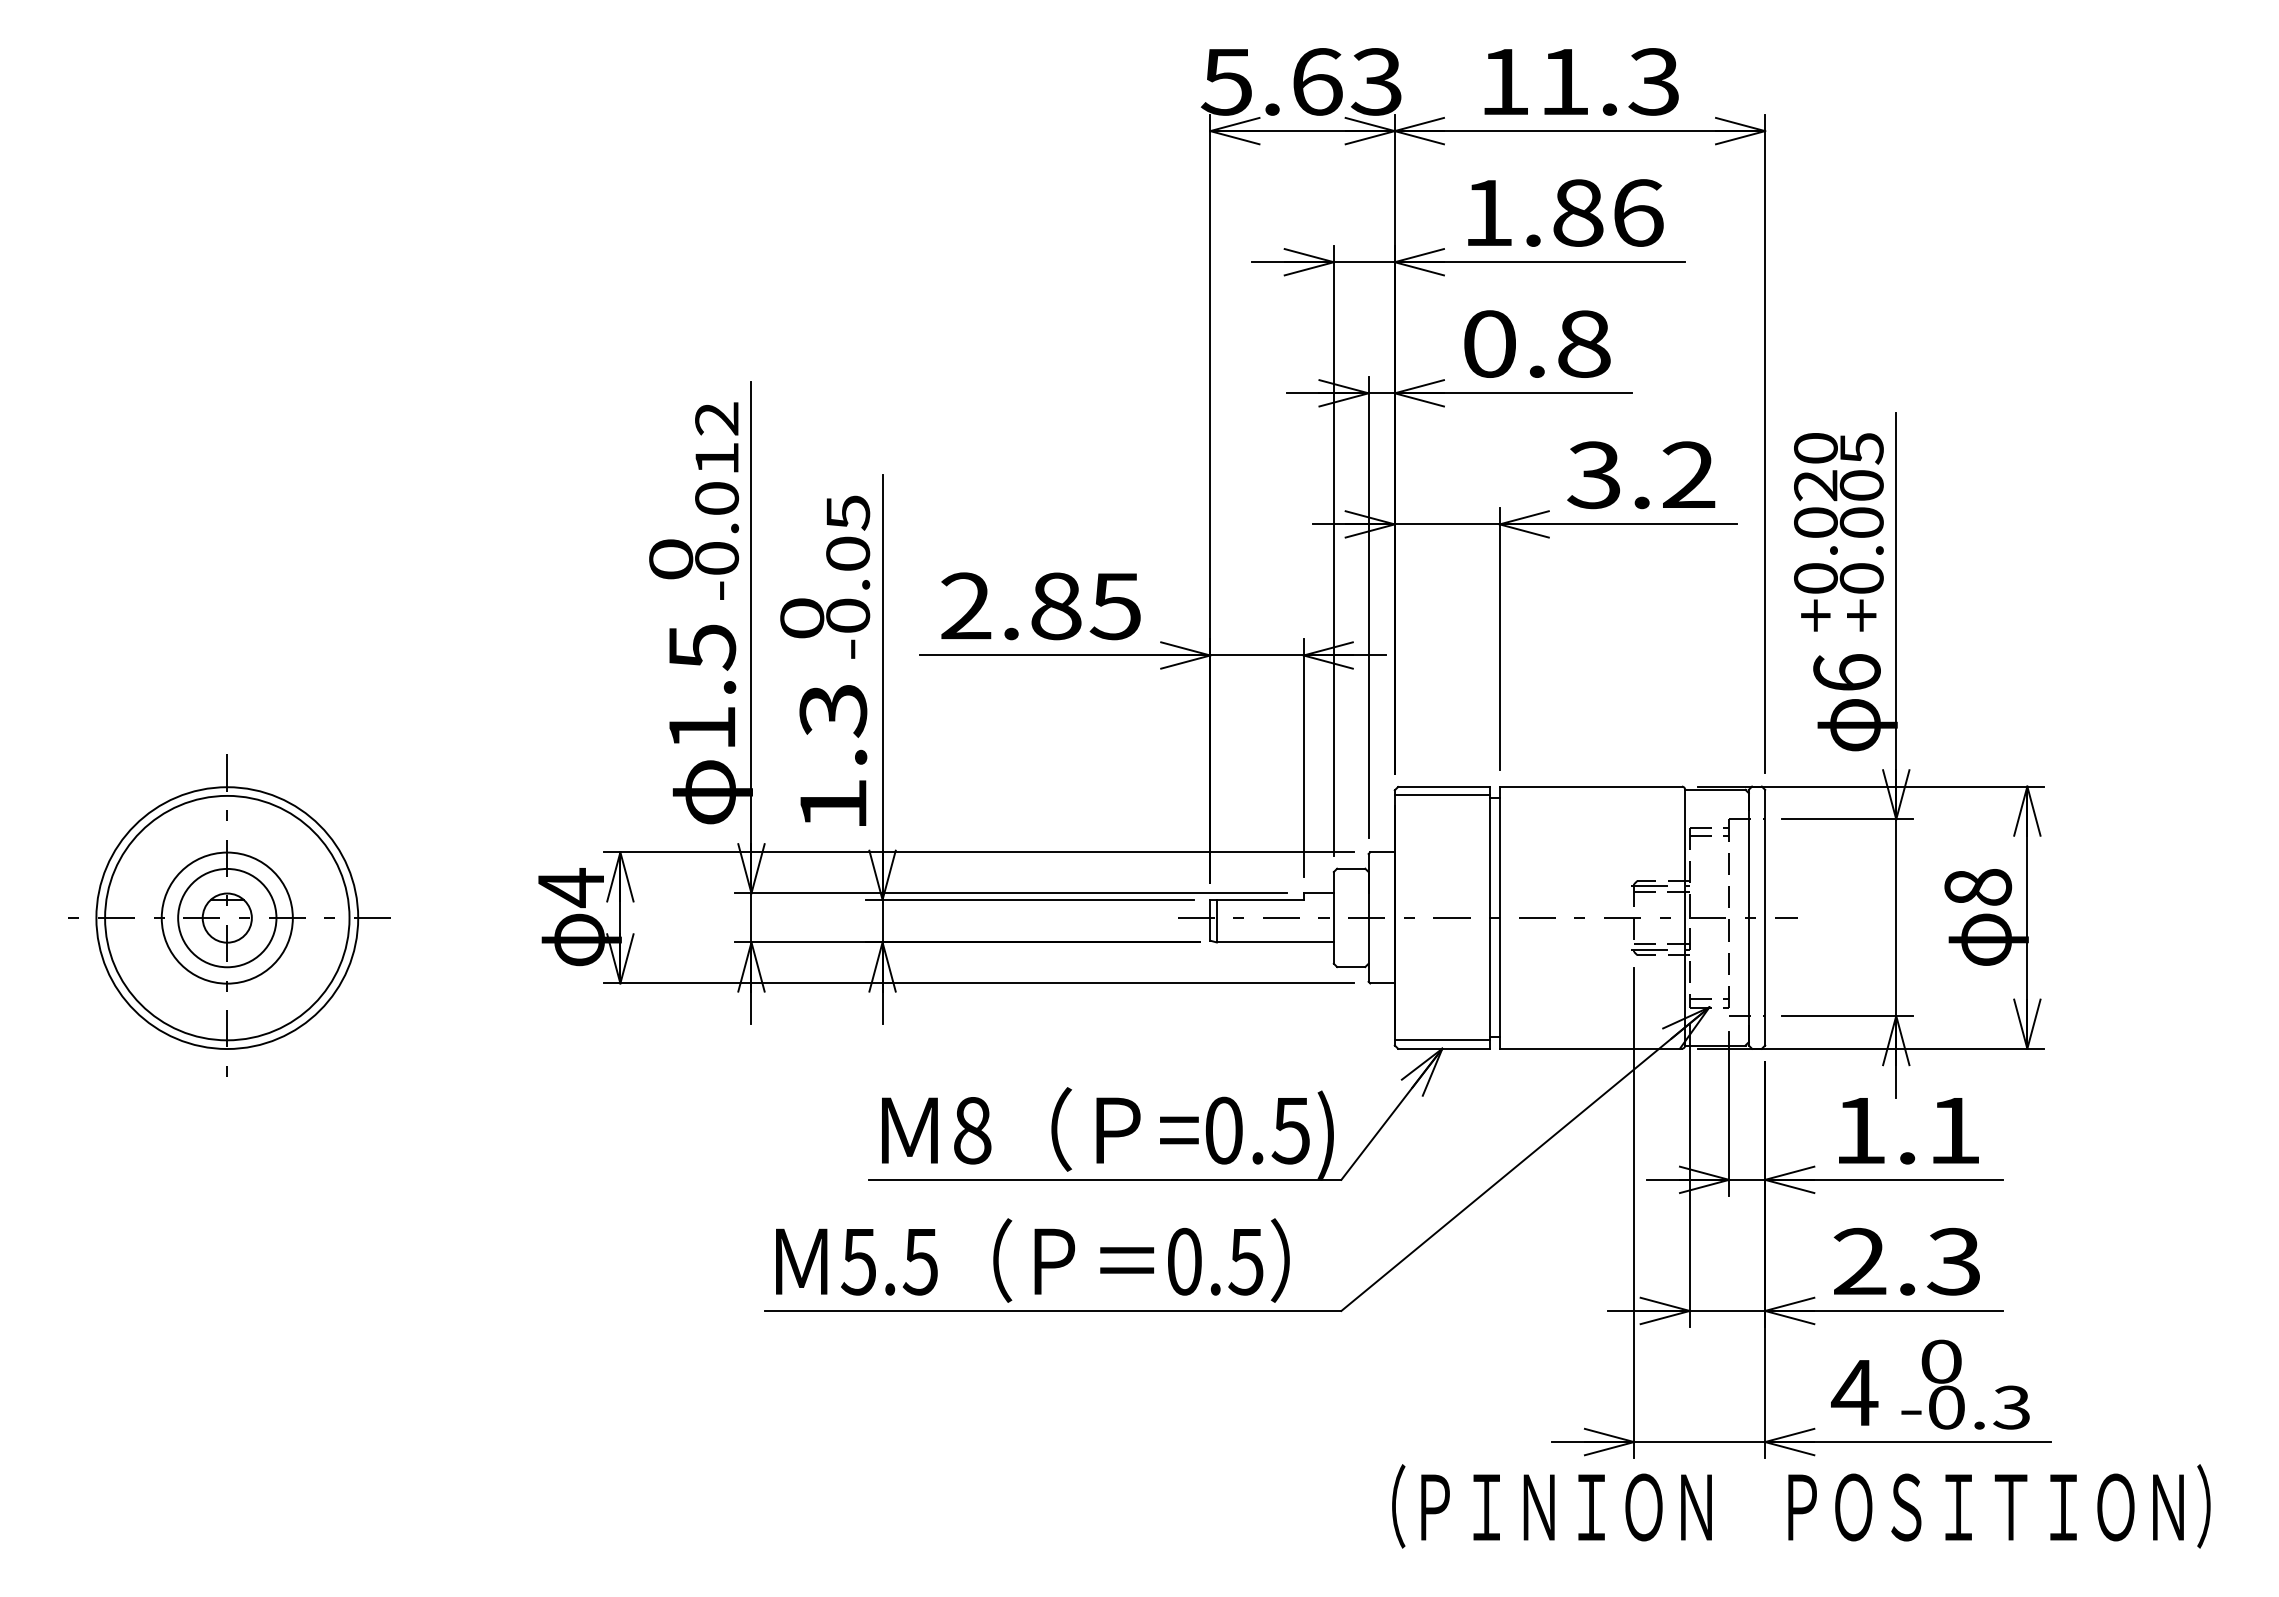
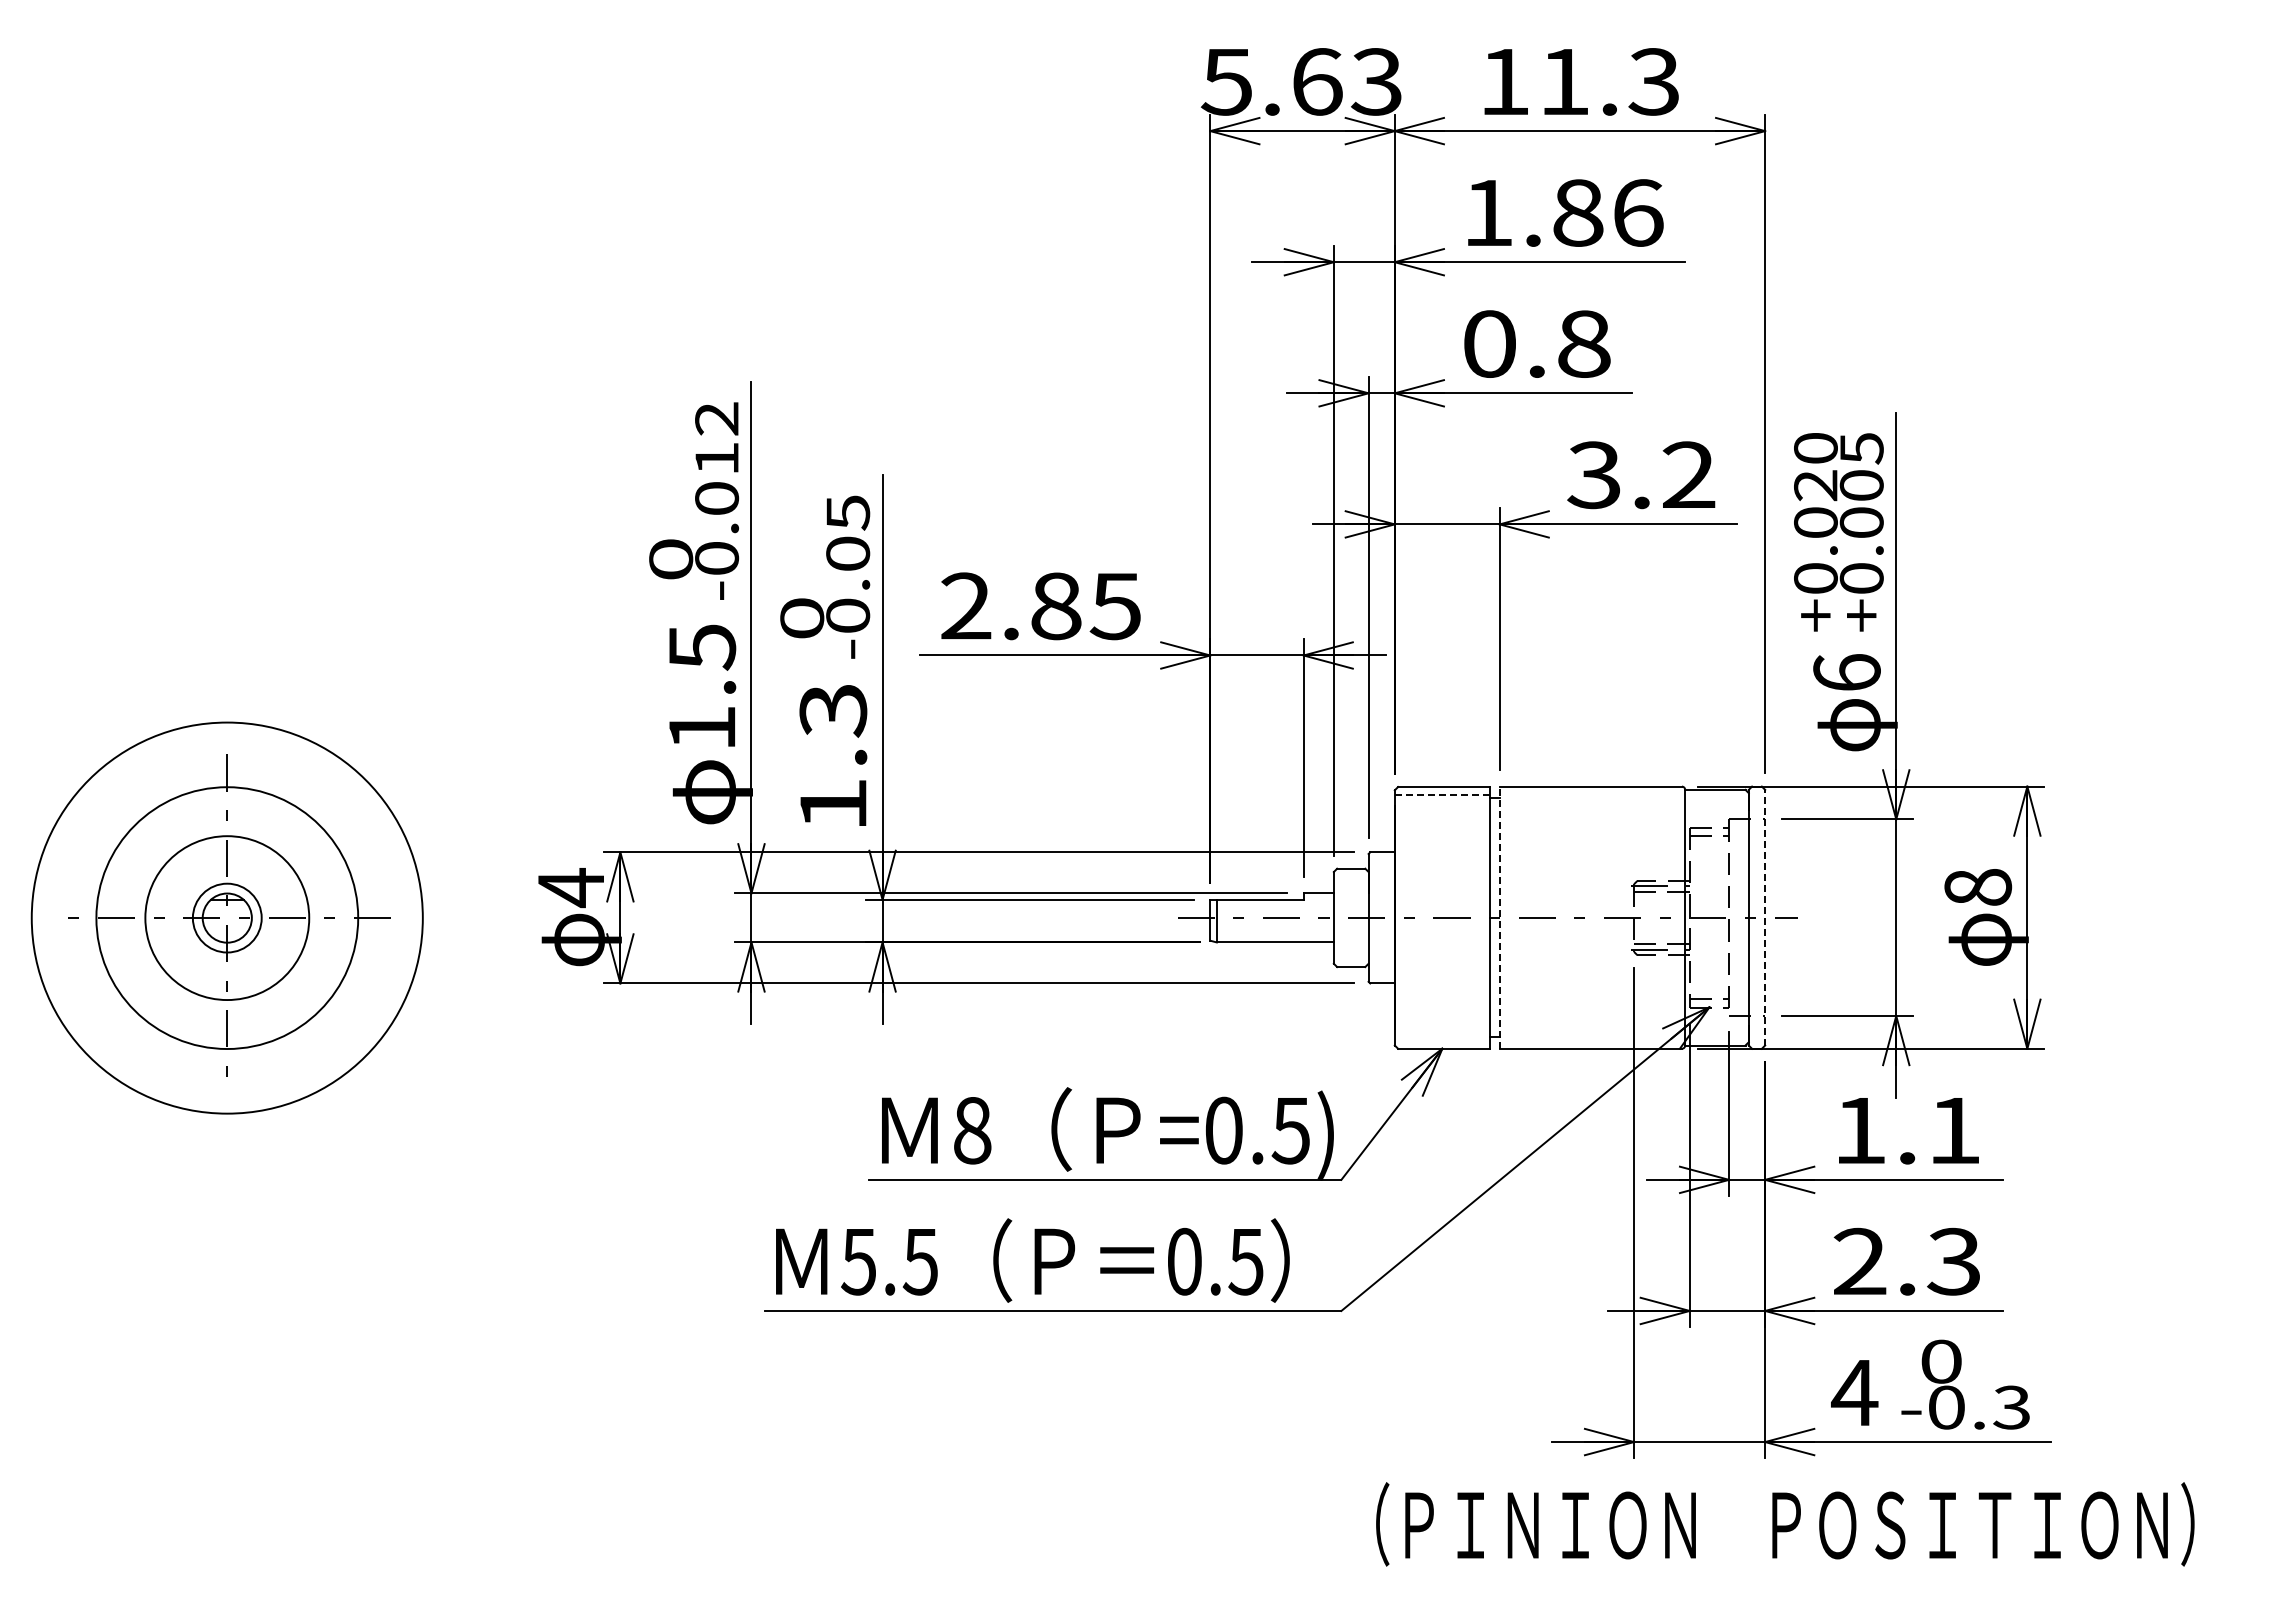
line at (1442, 795): solid -> dashed
circle at (226, 917) diameter: 131 px -> 164 px
circle at (227, 917) diameter: 244 px -> 391 px
circle at (227, 917) diameter: 98 px -> 69 px
line at (1499, 917): solid -> dashed
line at (1765, 917): solid -> dashed
line at (1441, 1039): present -> none
text at (1801, 1506) position: (1801, 1506) -> (1785, 1524)
